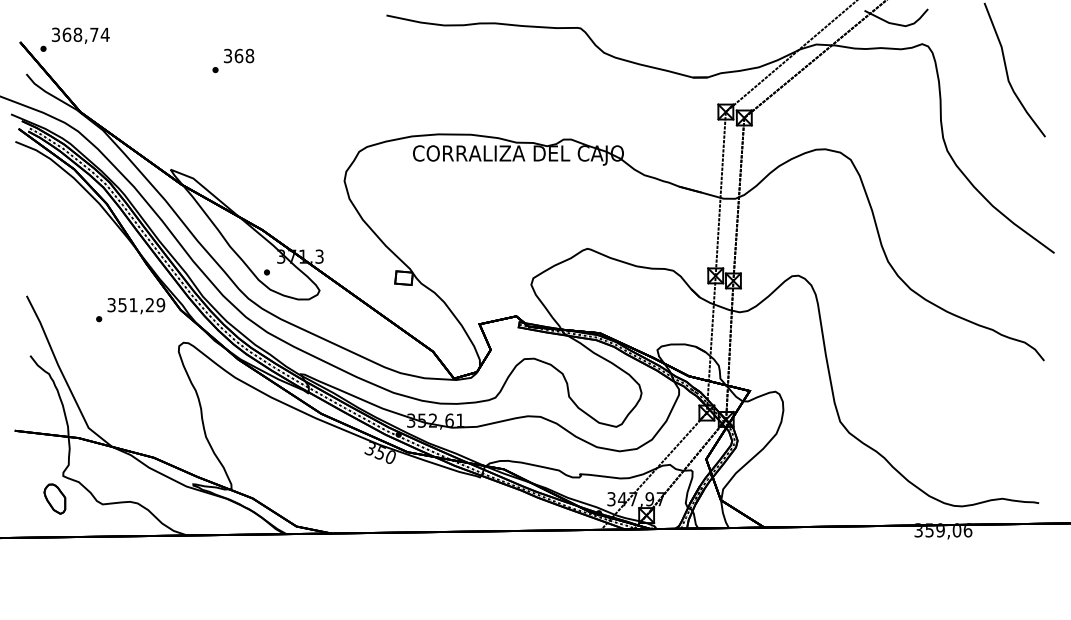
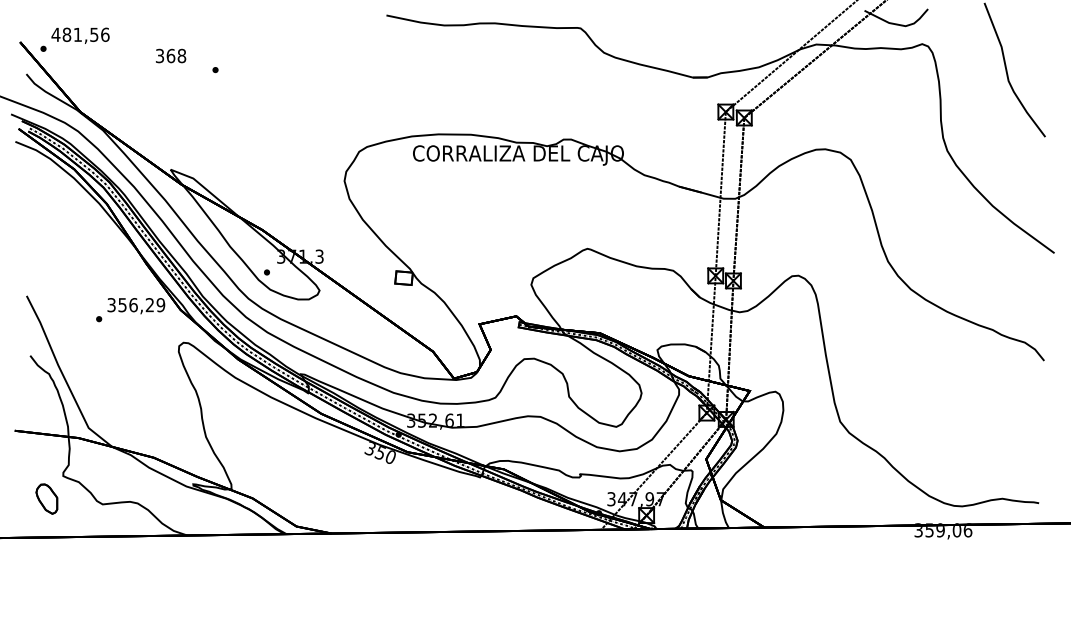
text at (80, 34): 368,74 -> 481,56
text at (239, 55) position: (239, 55) -> (171, 55)
text at (133, 305): 351,29 -> 356,29
part at (54, 498) position: (54, 498) -> (46, 498)
